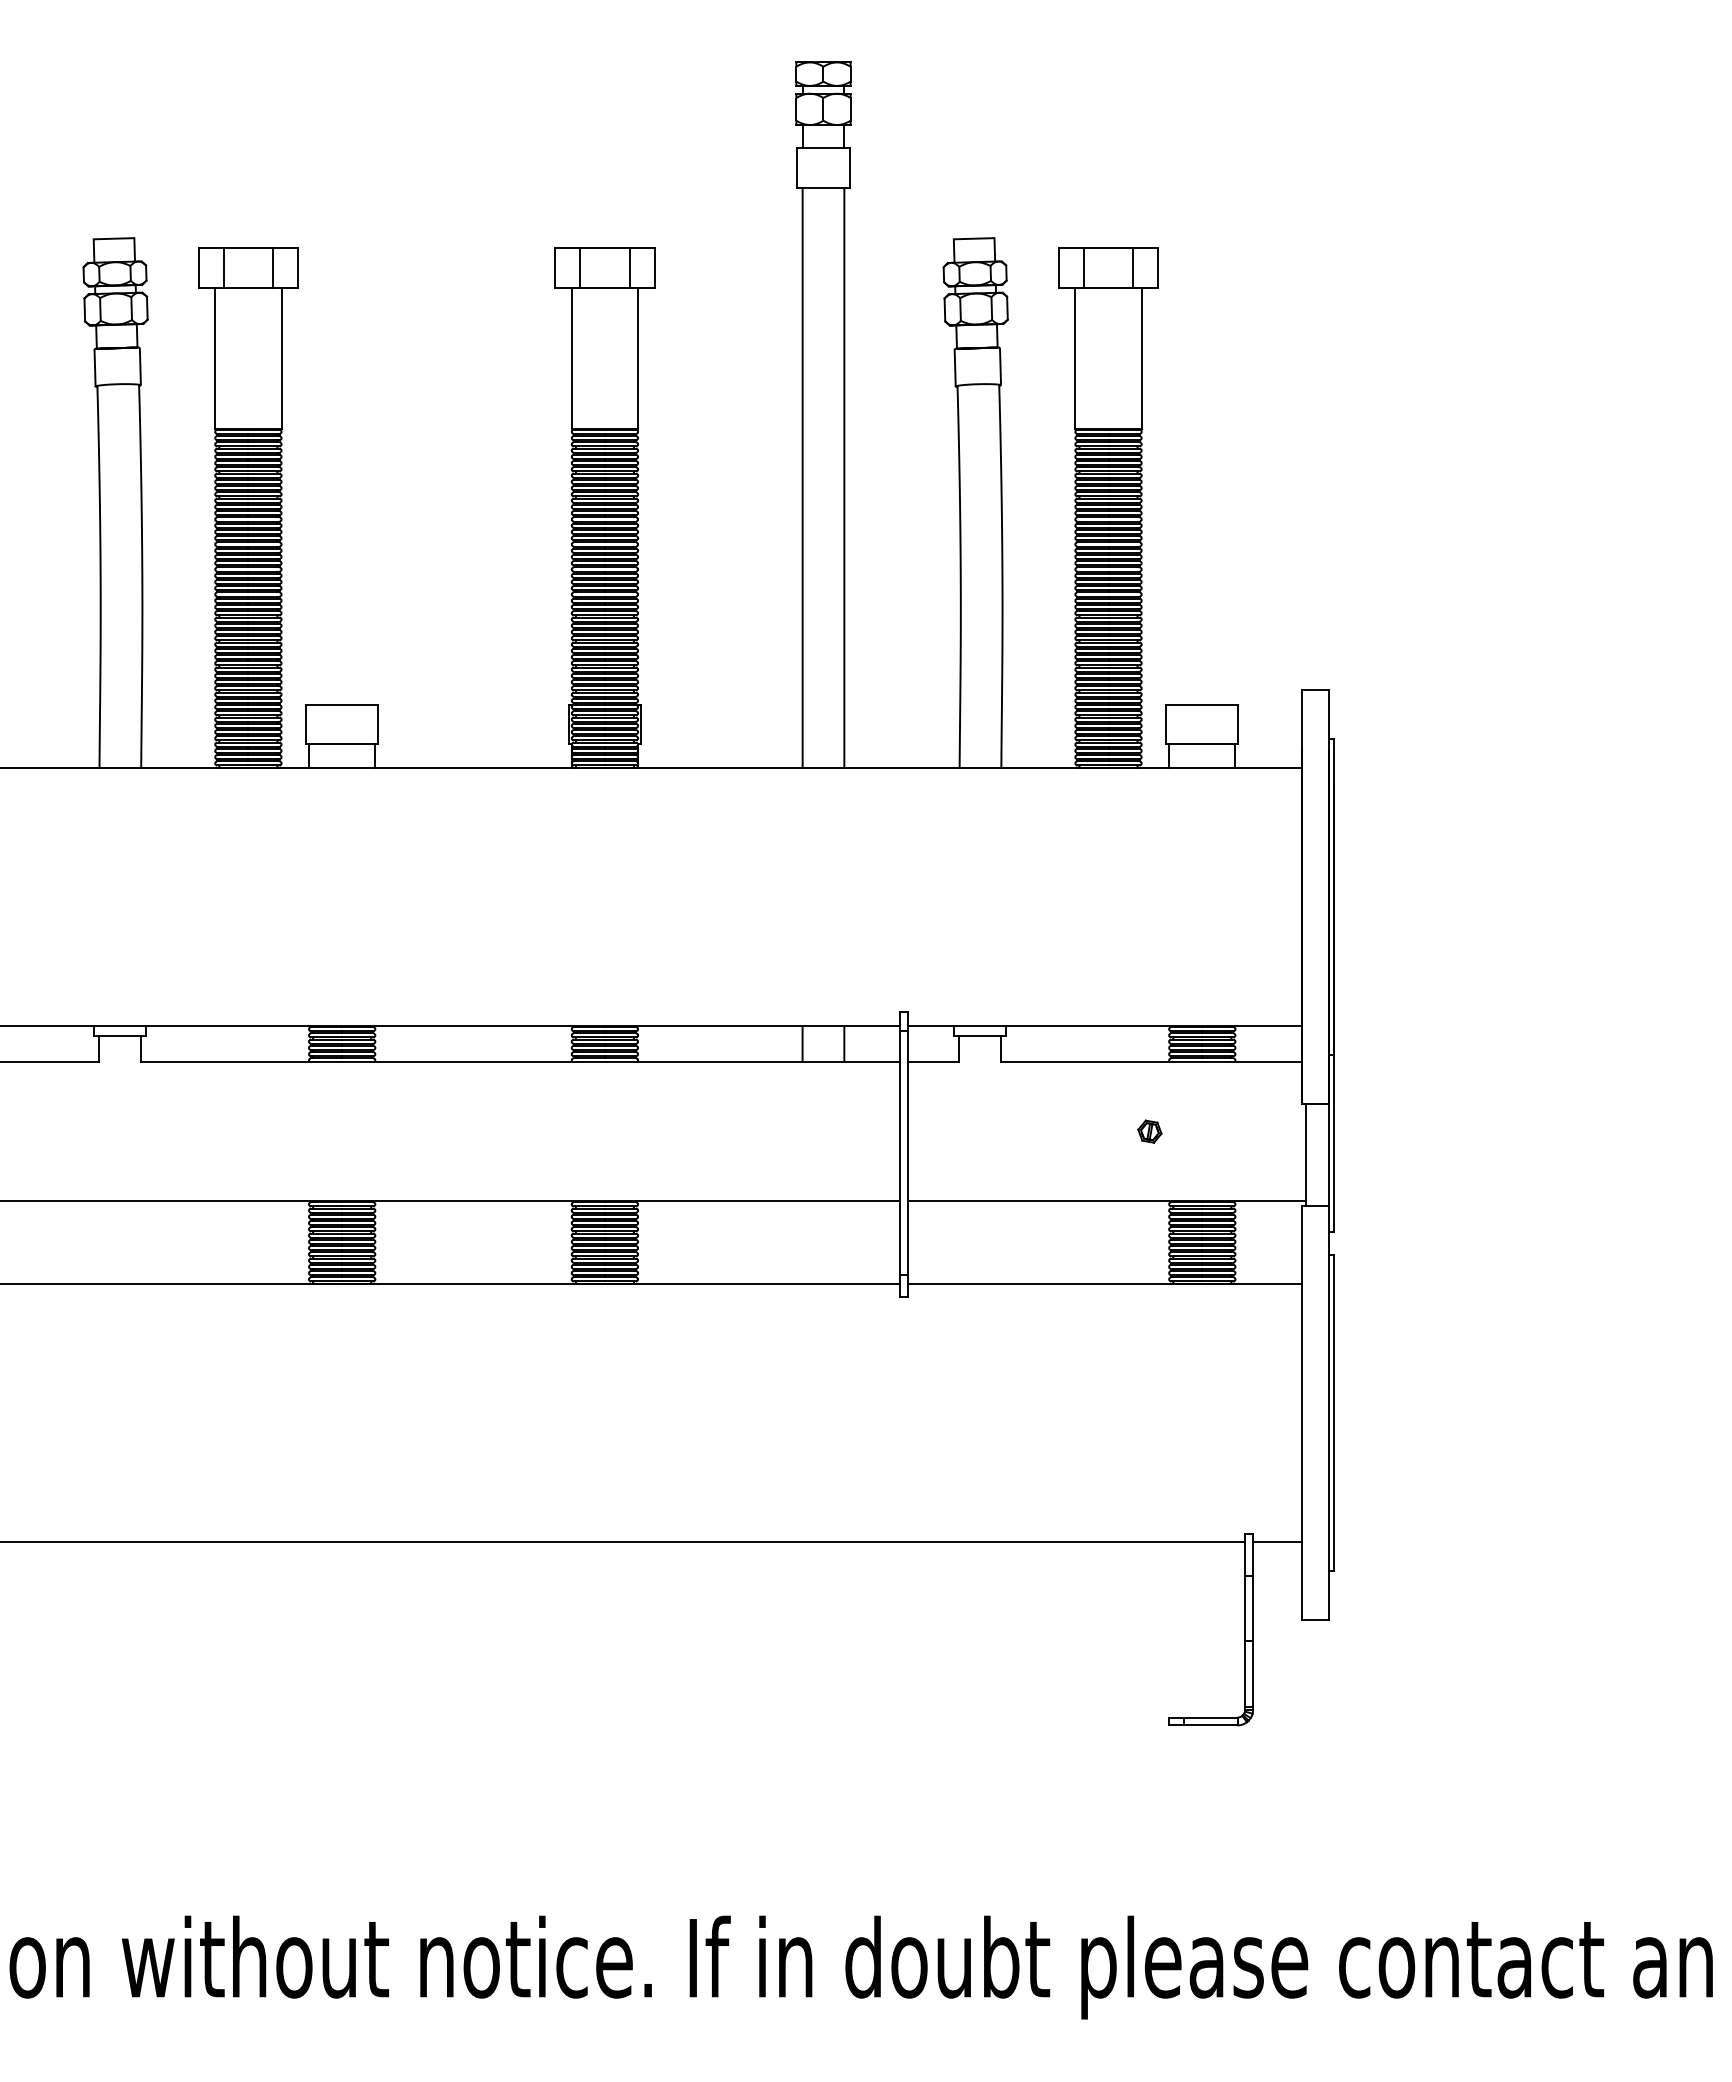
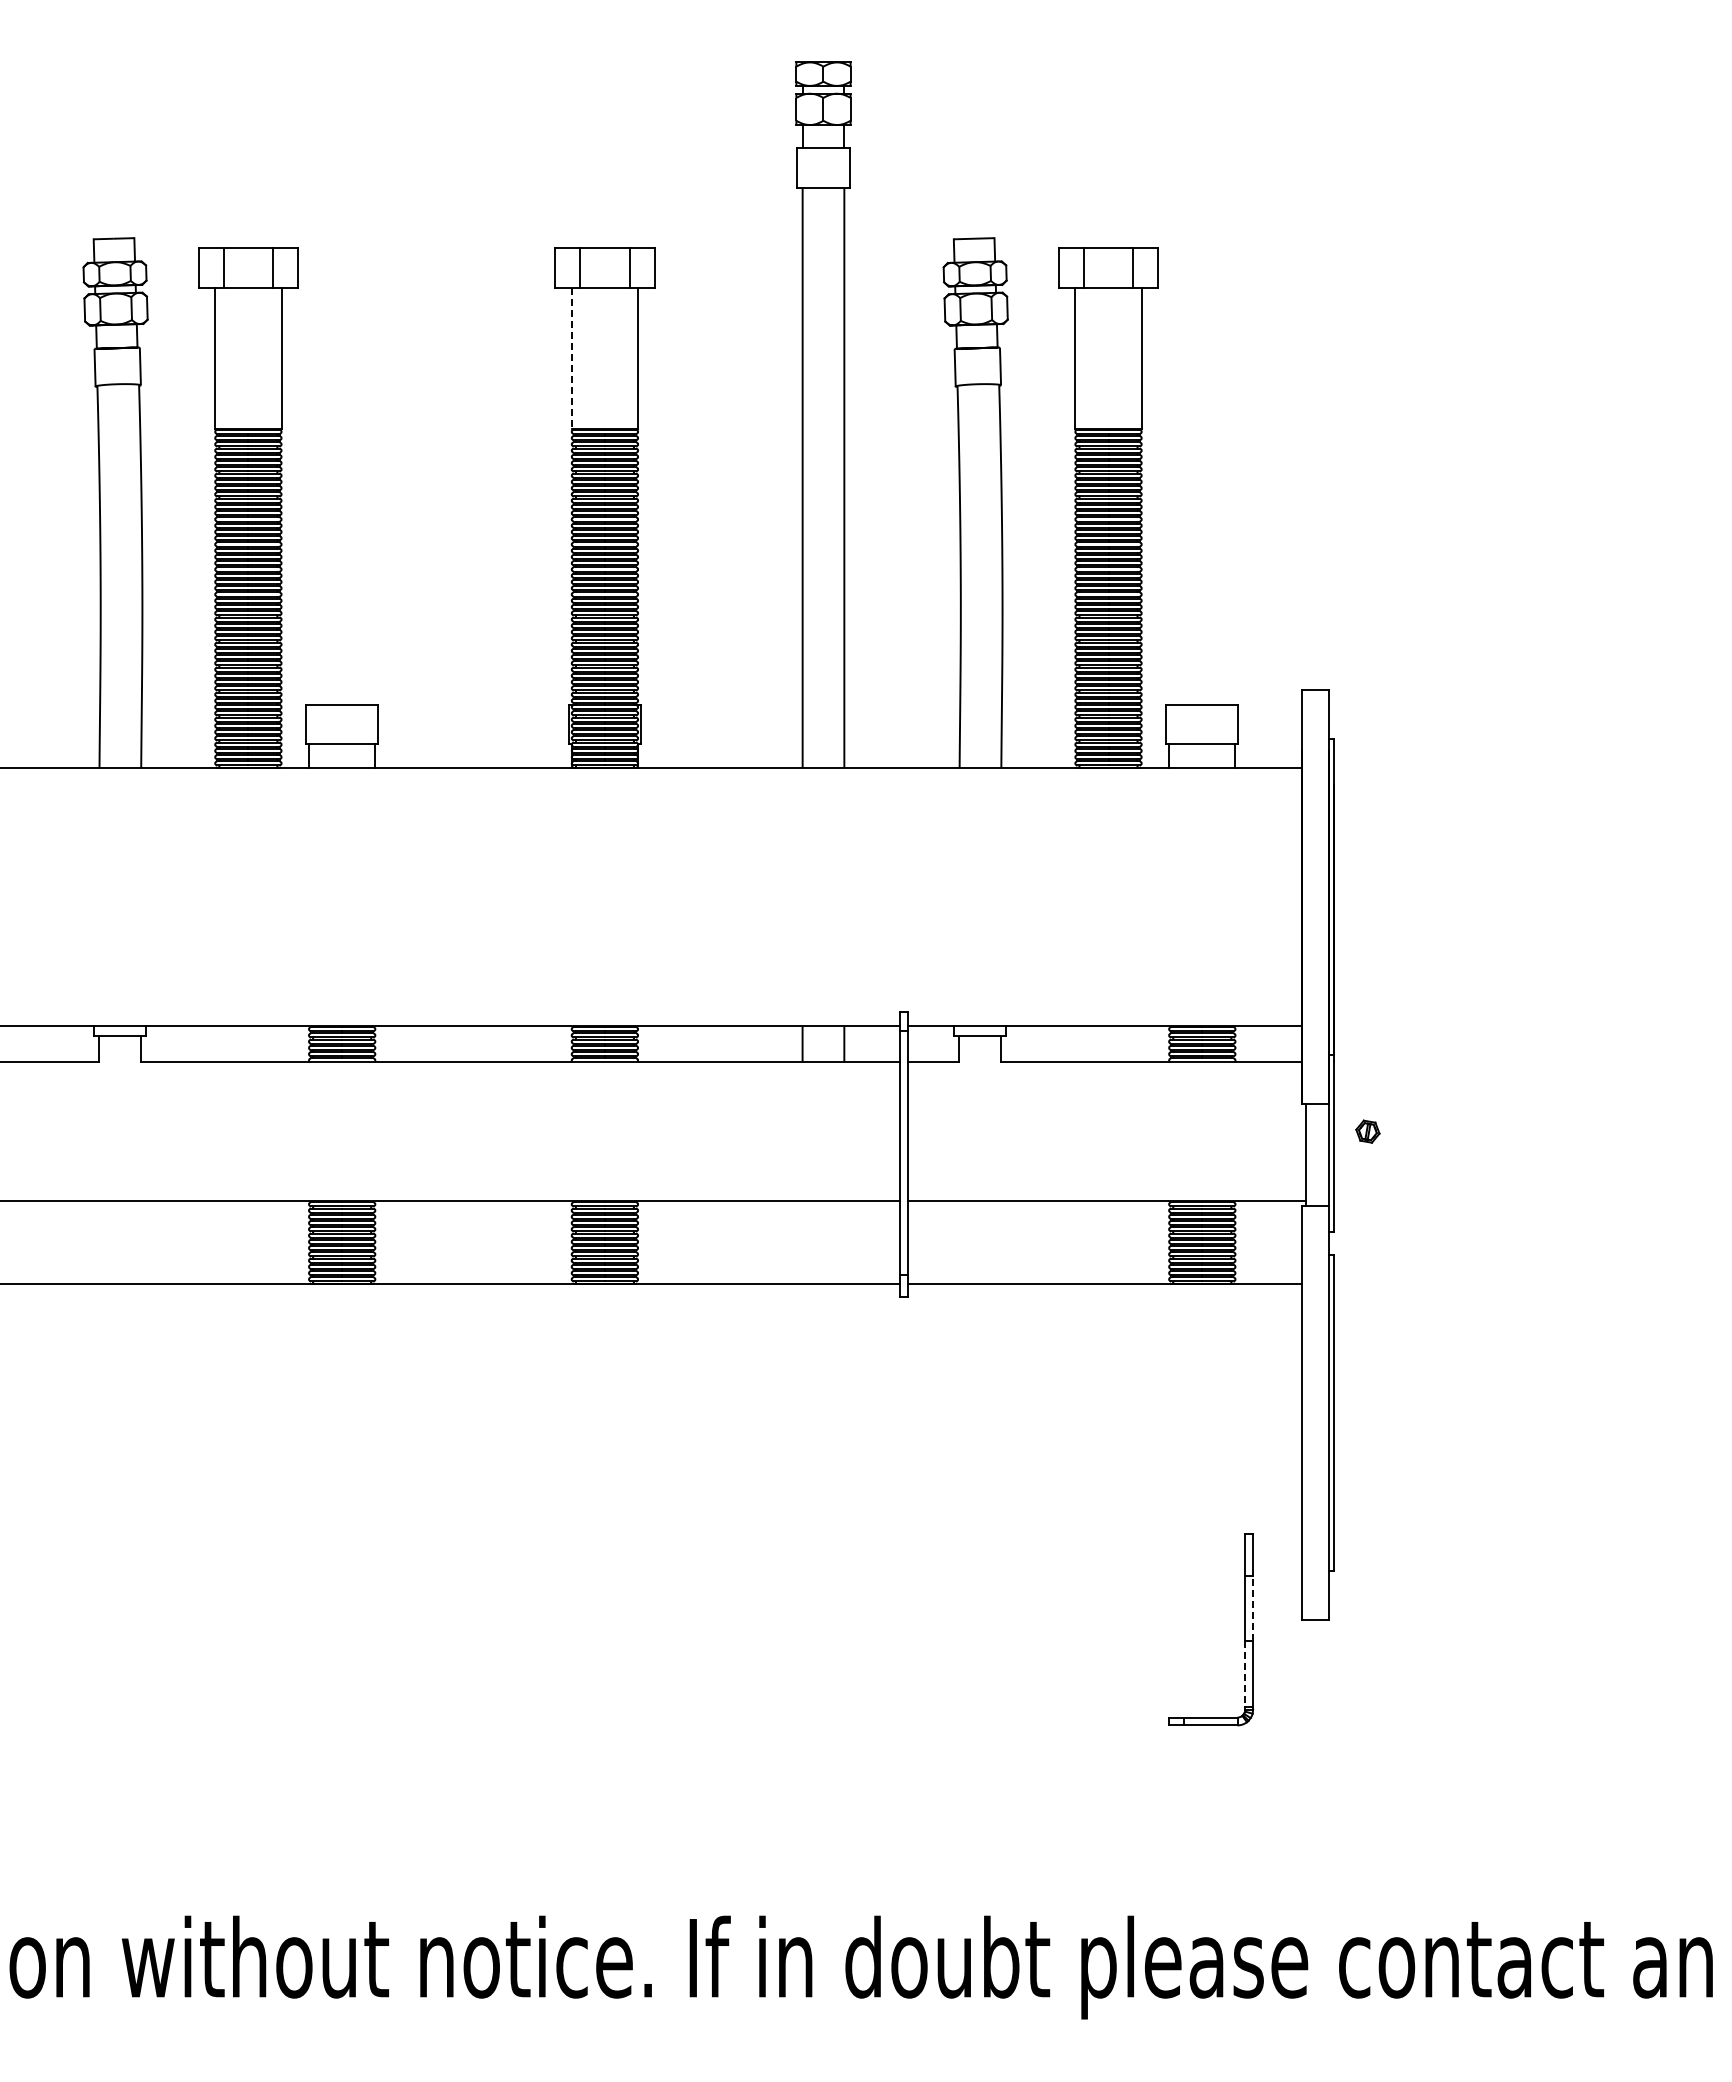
line at (571, 358): solid -> dashed
part at (1149, 1131) position: (1149, 1131) -> (1367, 1131)
line at (623, 1542): present -> none
line at (1277, 1542): present -> none
line at (1253, 1607): solid -> dashed
line at (1245, 1674): solid -> dashed
